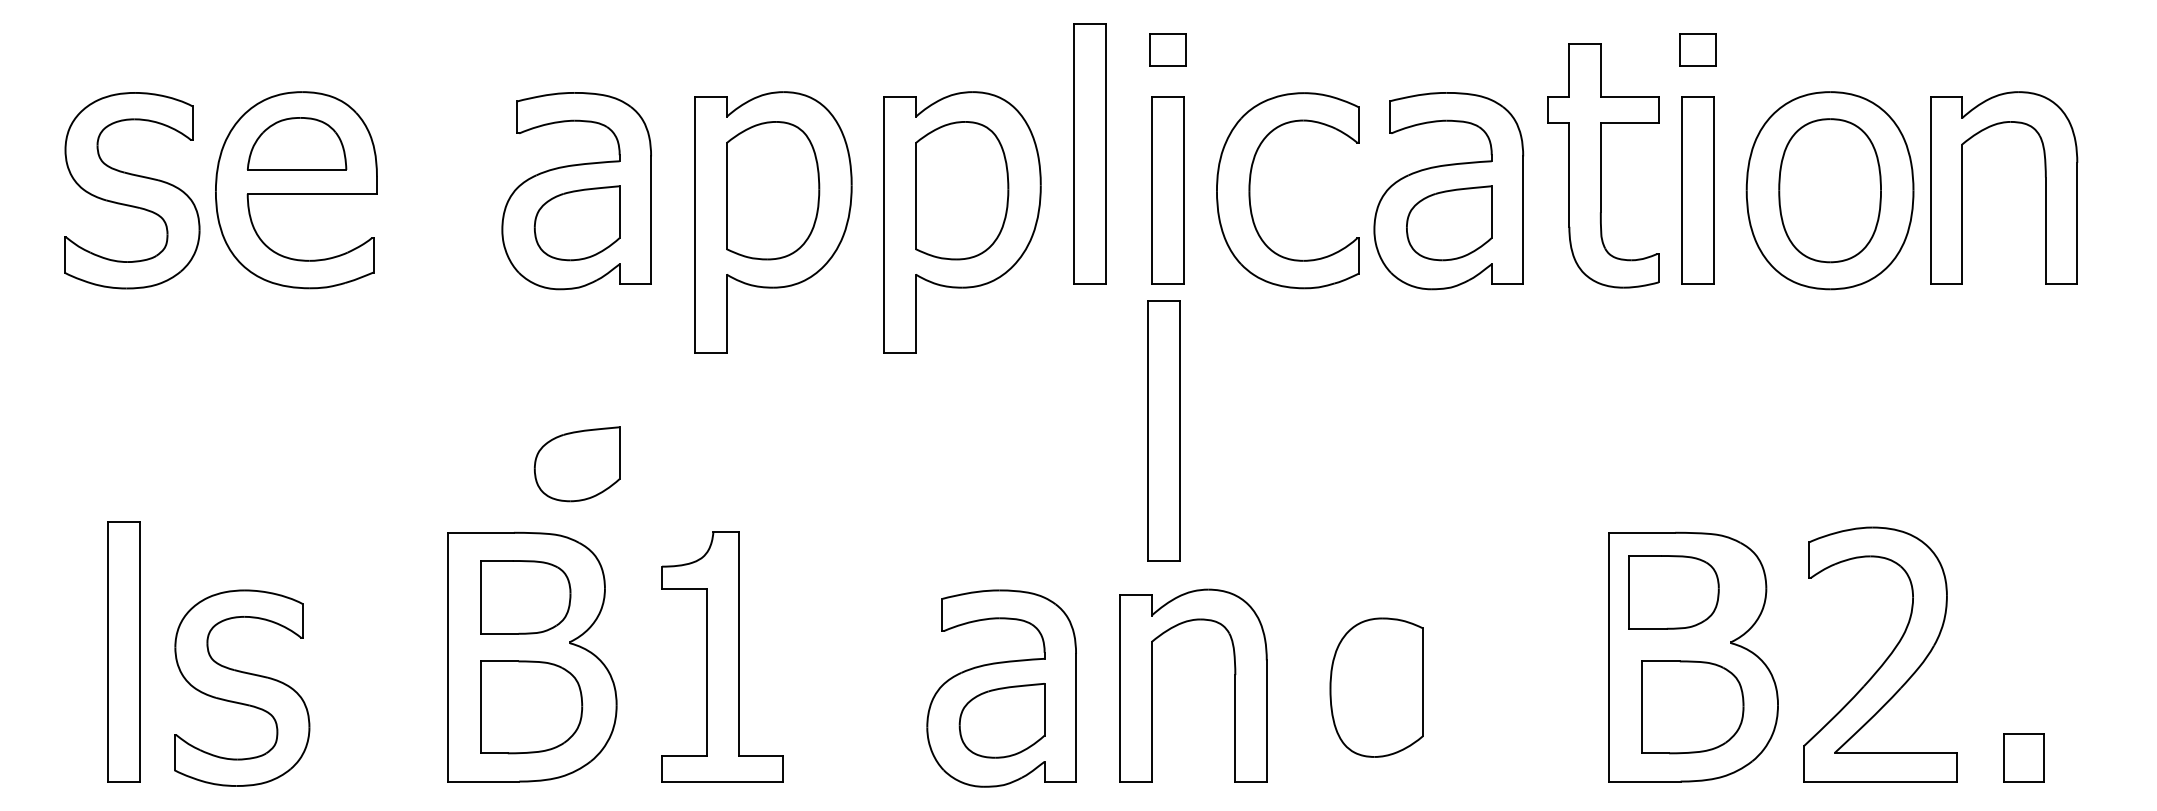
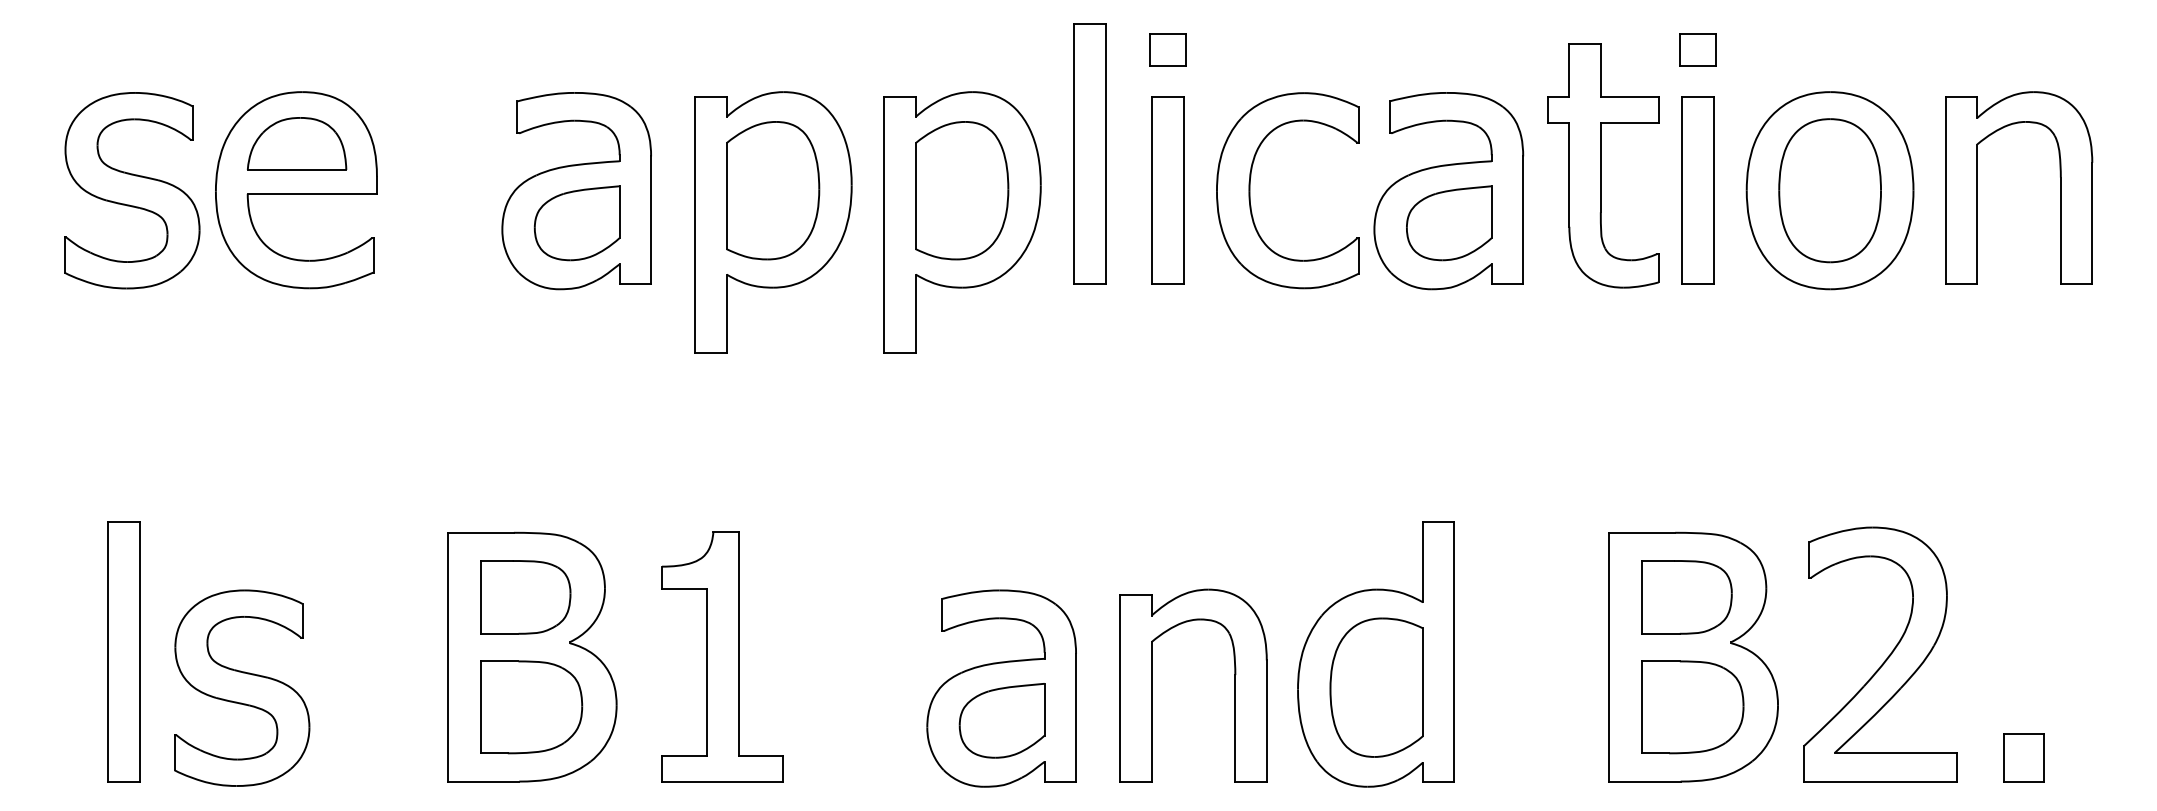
part at (2045, 187) position: (2045, 187) -> (2060, 187)
part at (1163, 430): present -> none
part at (576, 464): present -> none
part at (1673, 592) position: (1673, 592) -> (1686, 597)
part at (1375, 654): none -> present
